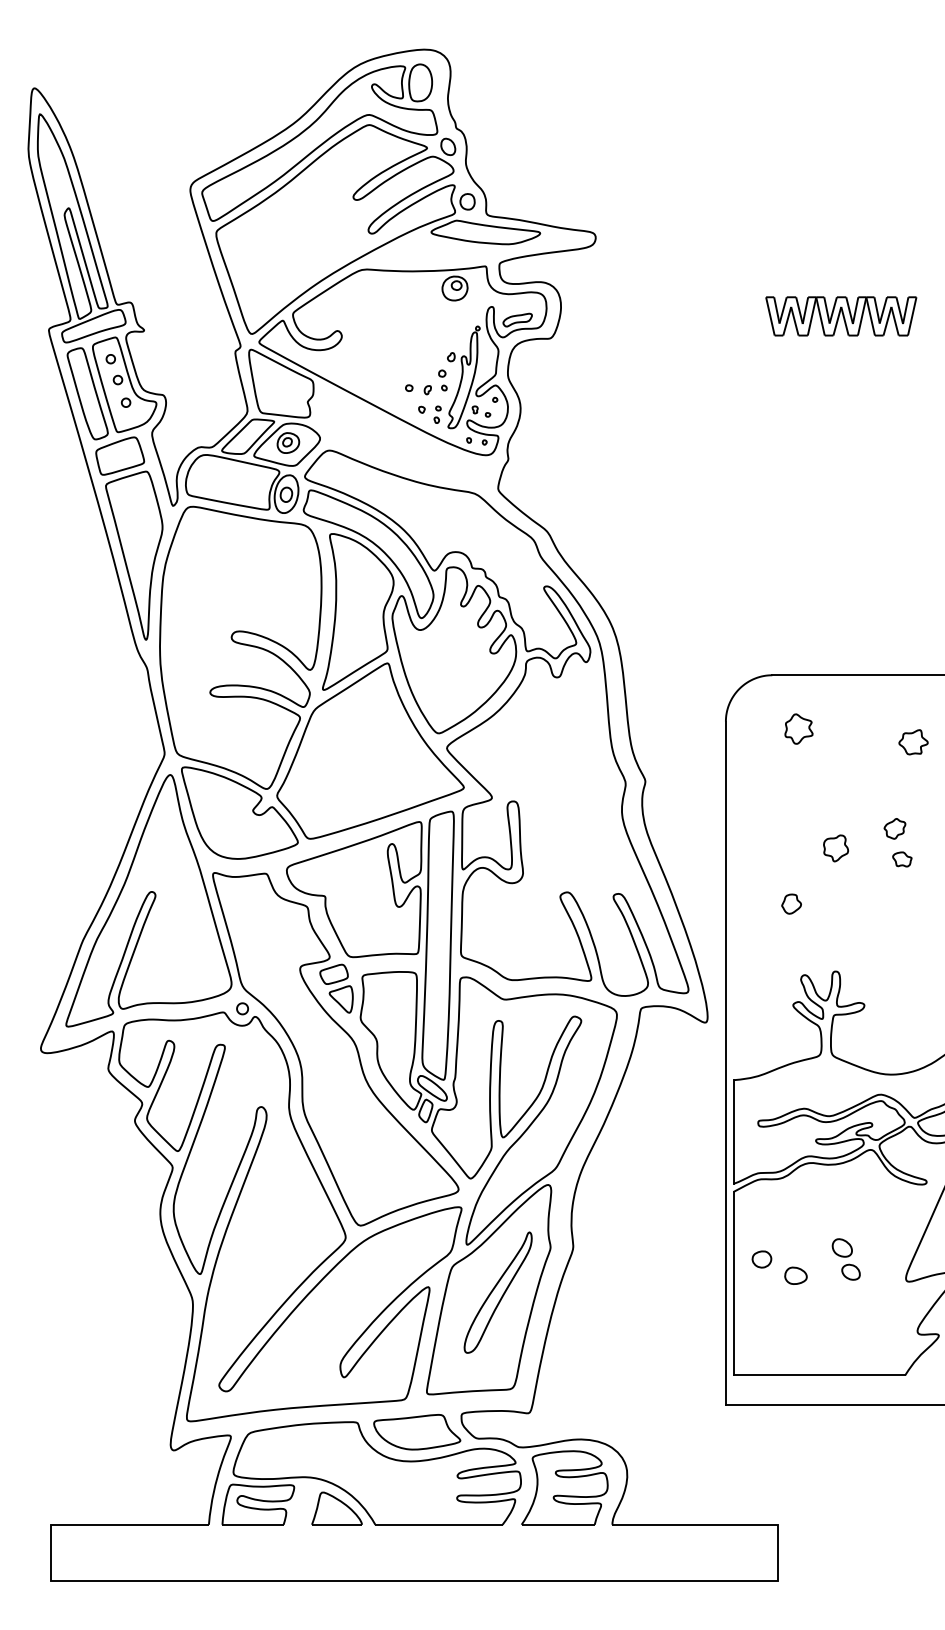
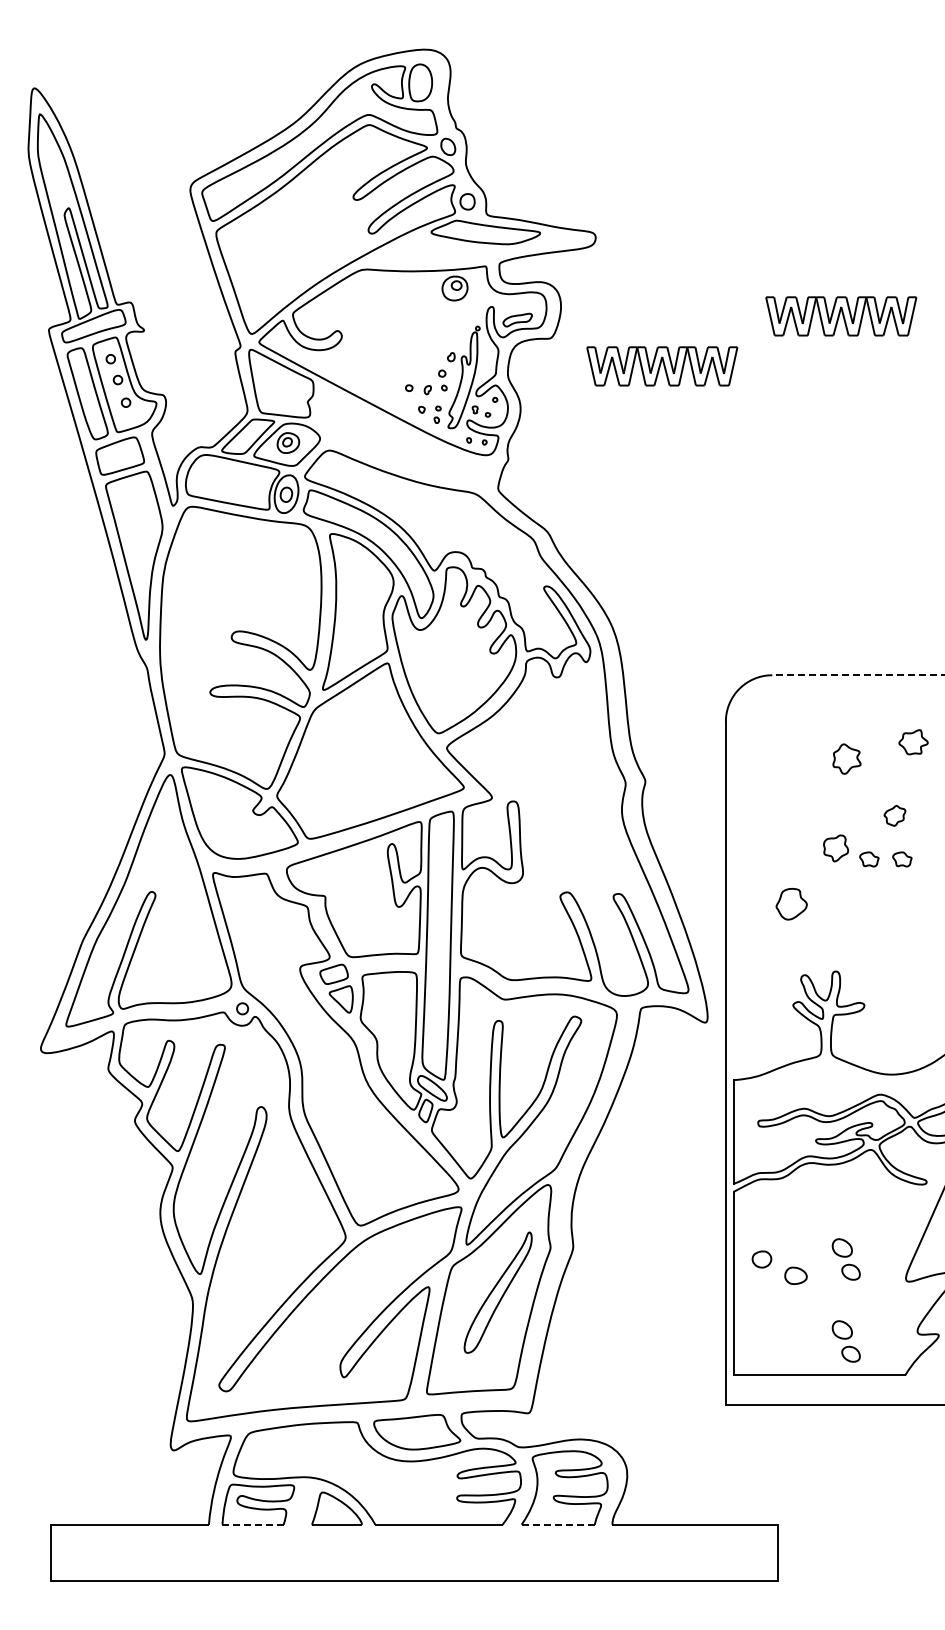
part at (662, 366): none -> present
line at (858, 675): solid -> dashed
part at (798, 728) position: (798, 728) -> (846, 758)
part at (894, 828) position: (894, 828) -> (894, 815)
part at (869, 859): none -> present
part at (791, 903) size: 21x22 px -> 33x33 px
part at (845, 1341): none -> present
line at (253, 1524): solid -> dashed
line at (558, 1524): solid -> dashed
